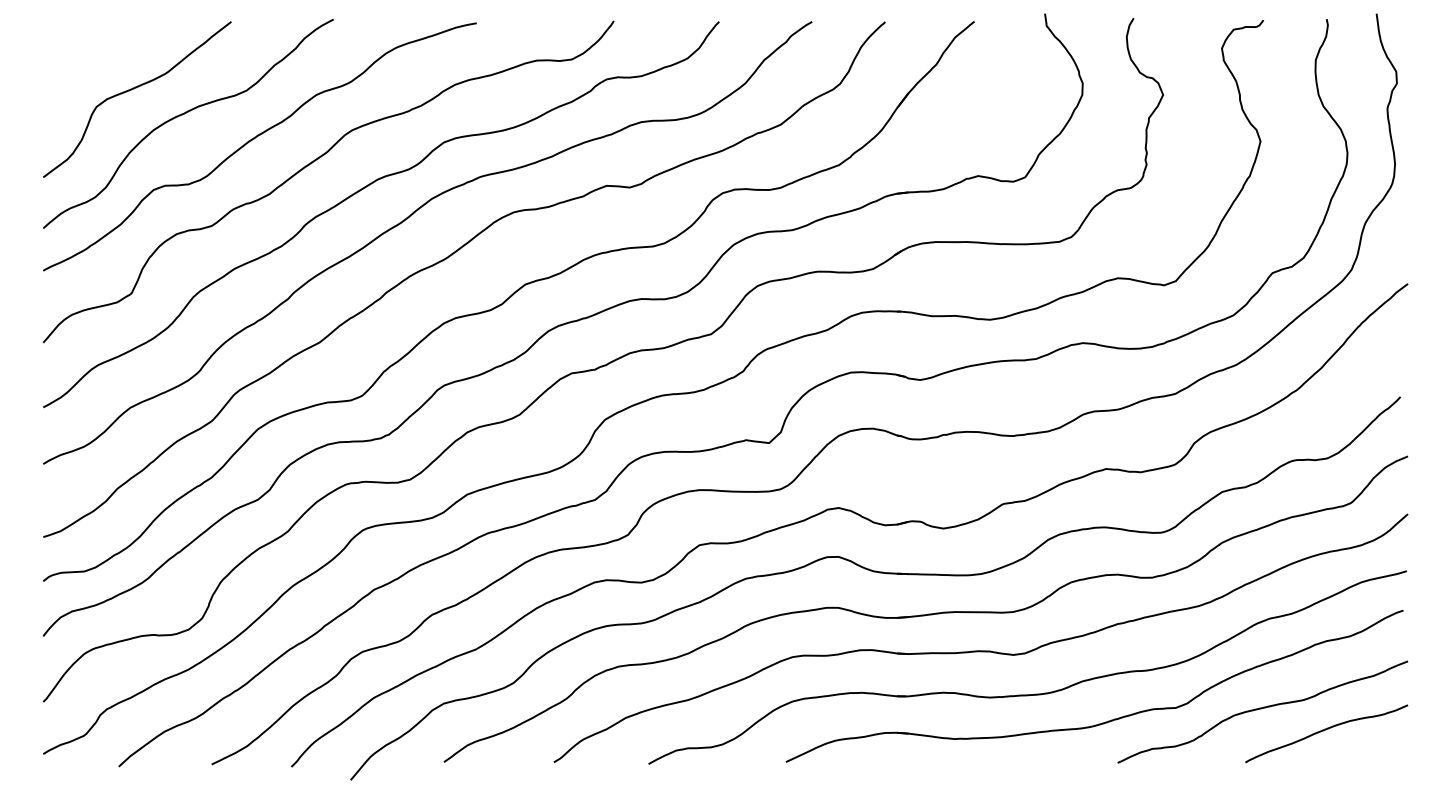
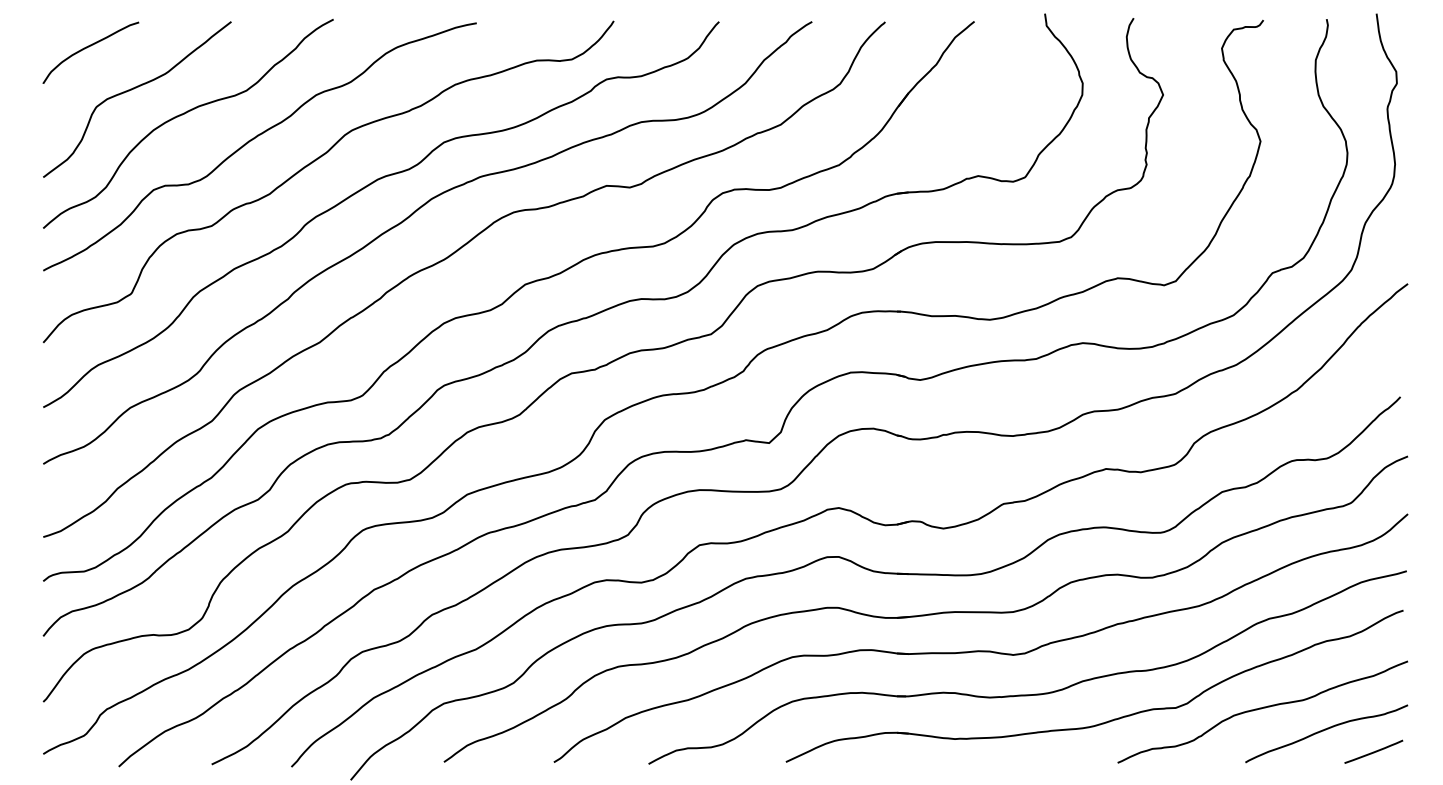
curve at (87, 48): none -> present
line at (1373, 751): none -> present
